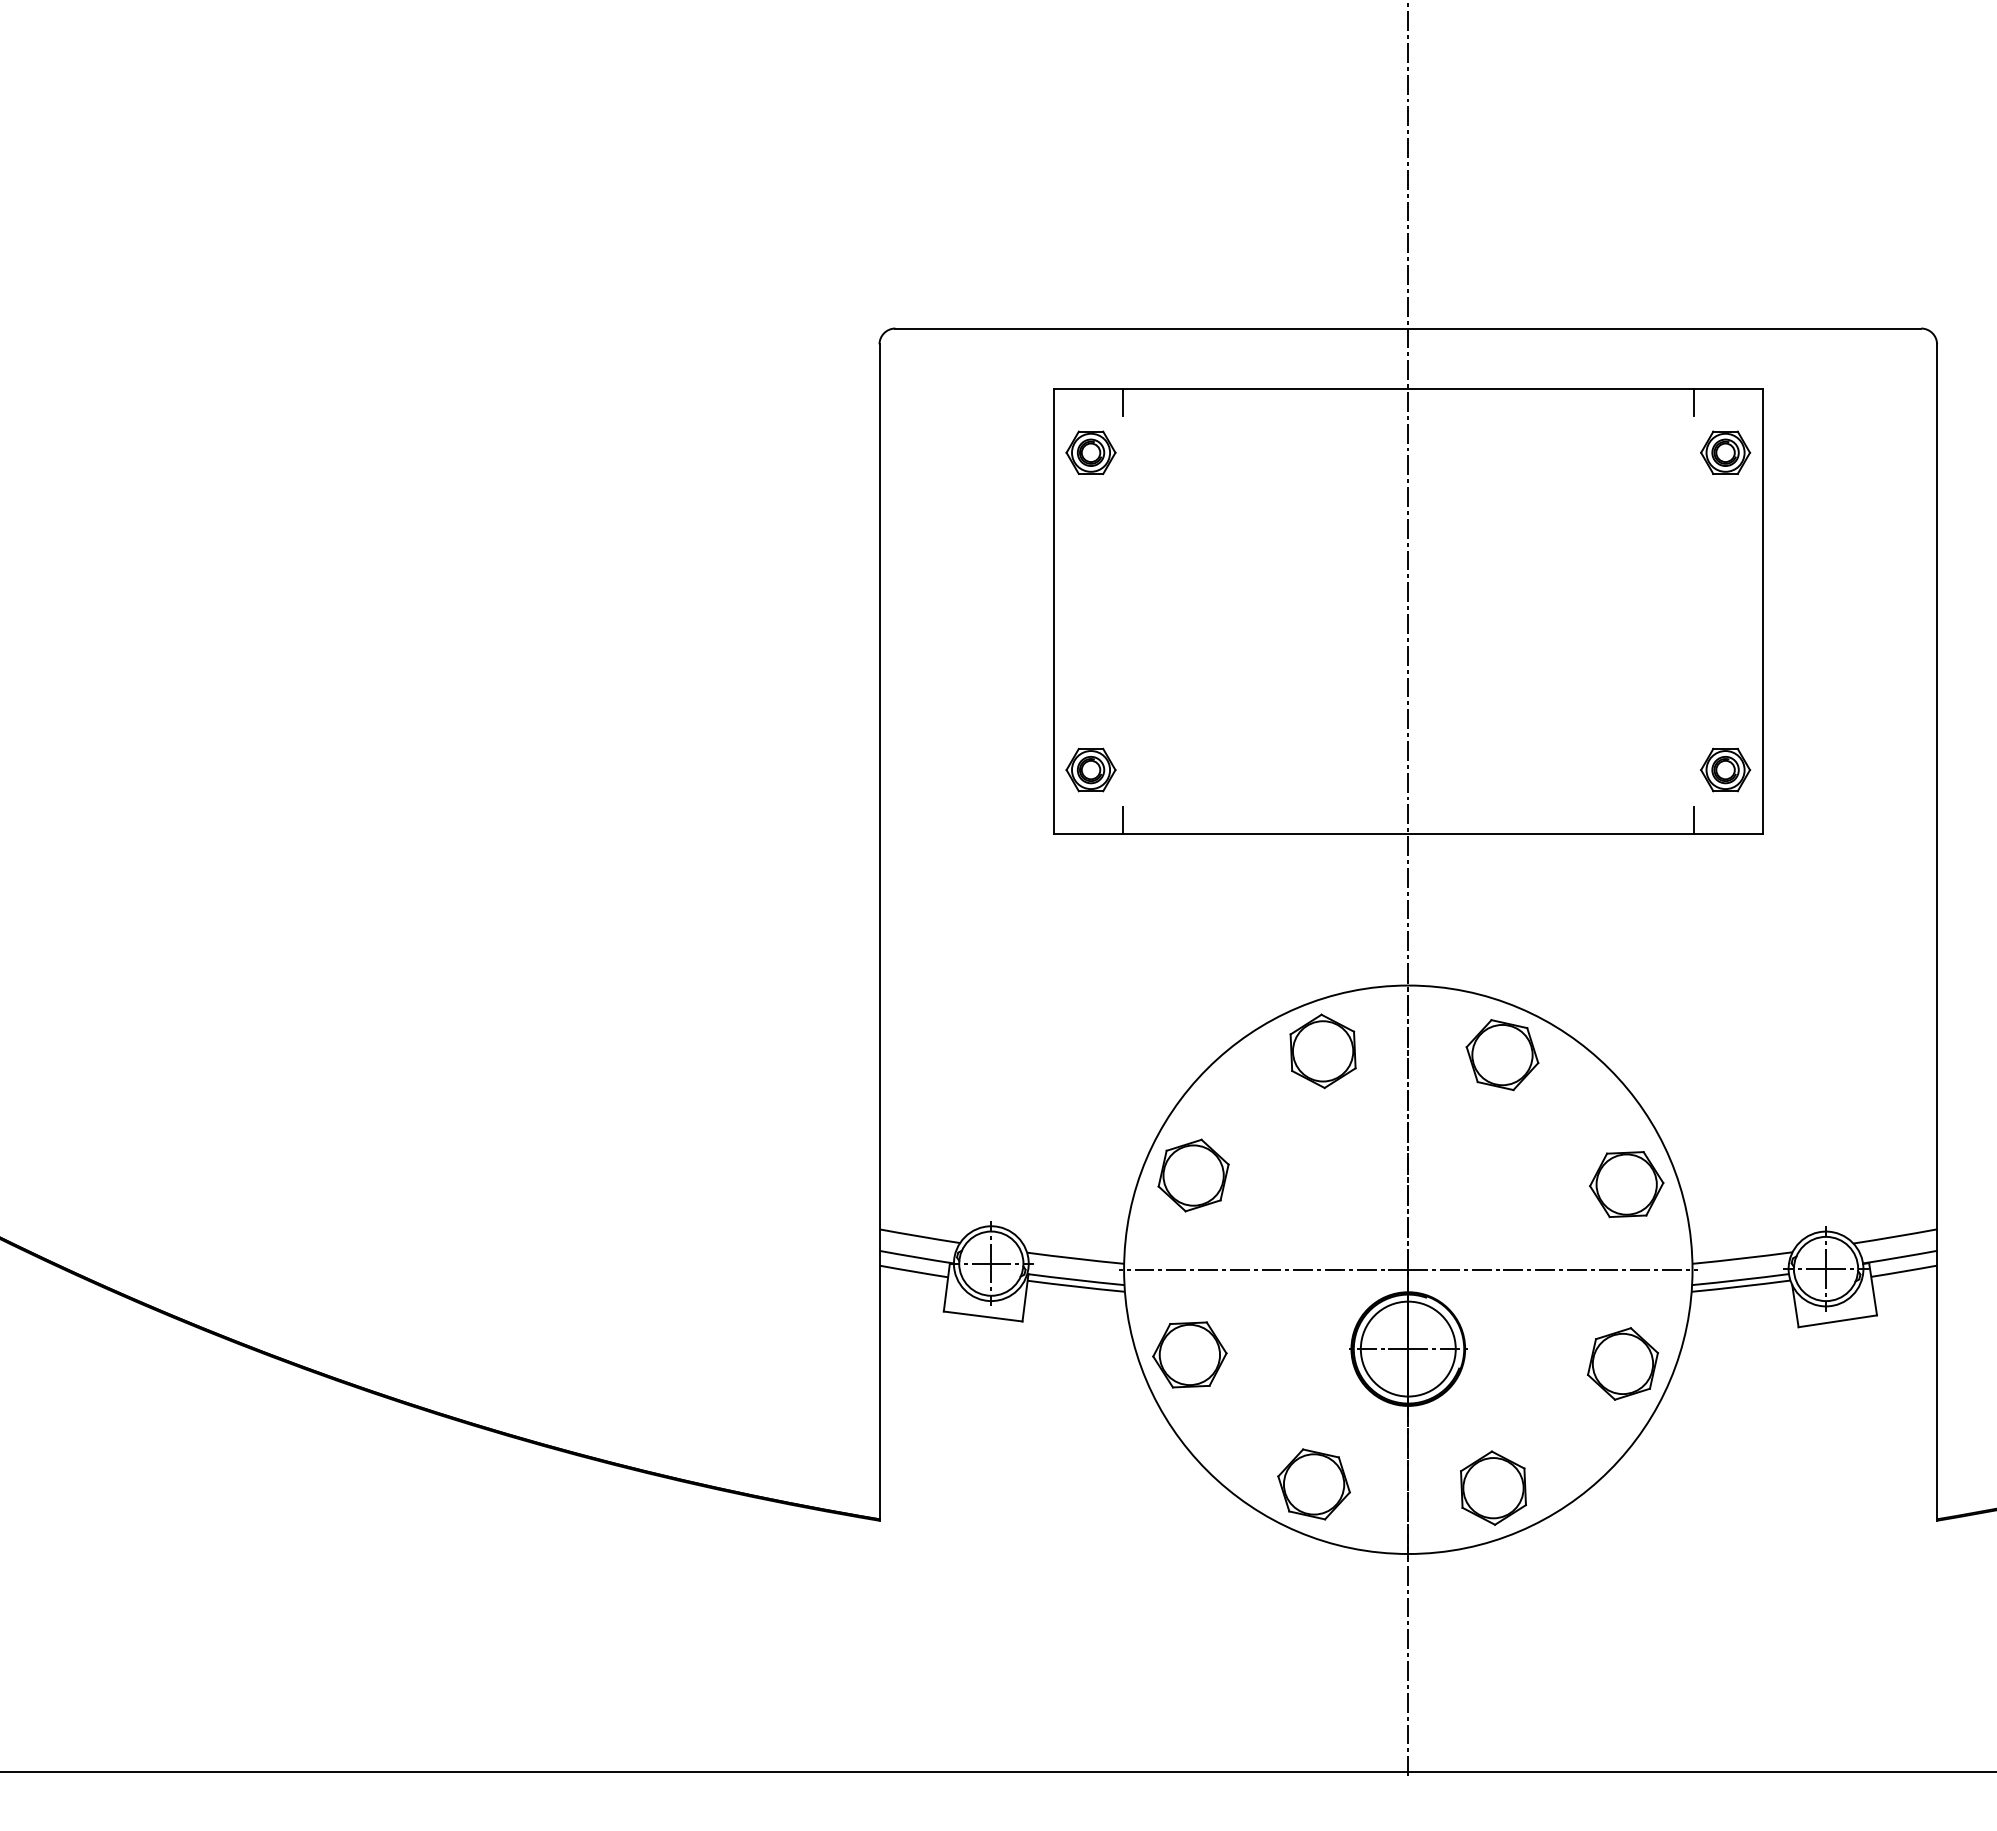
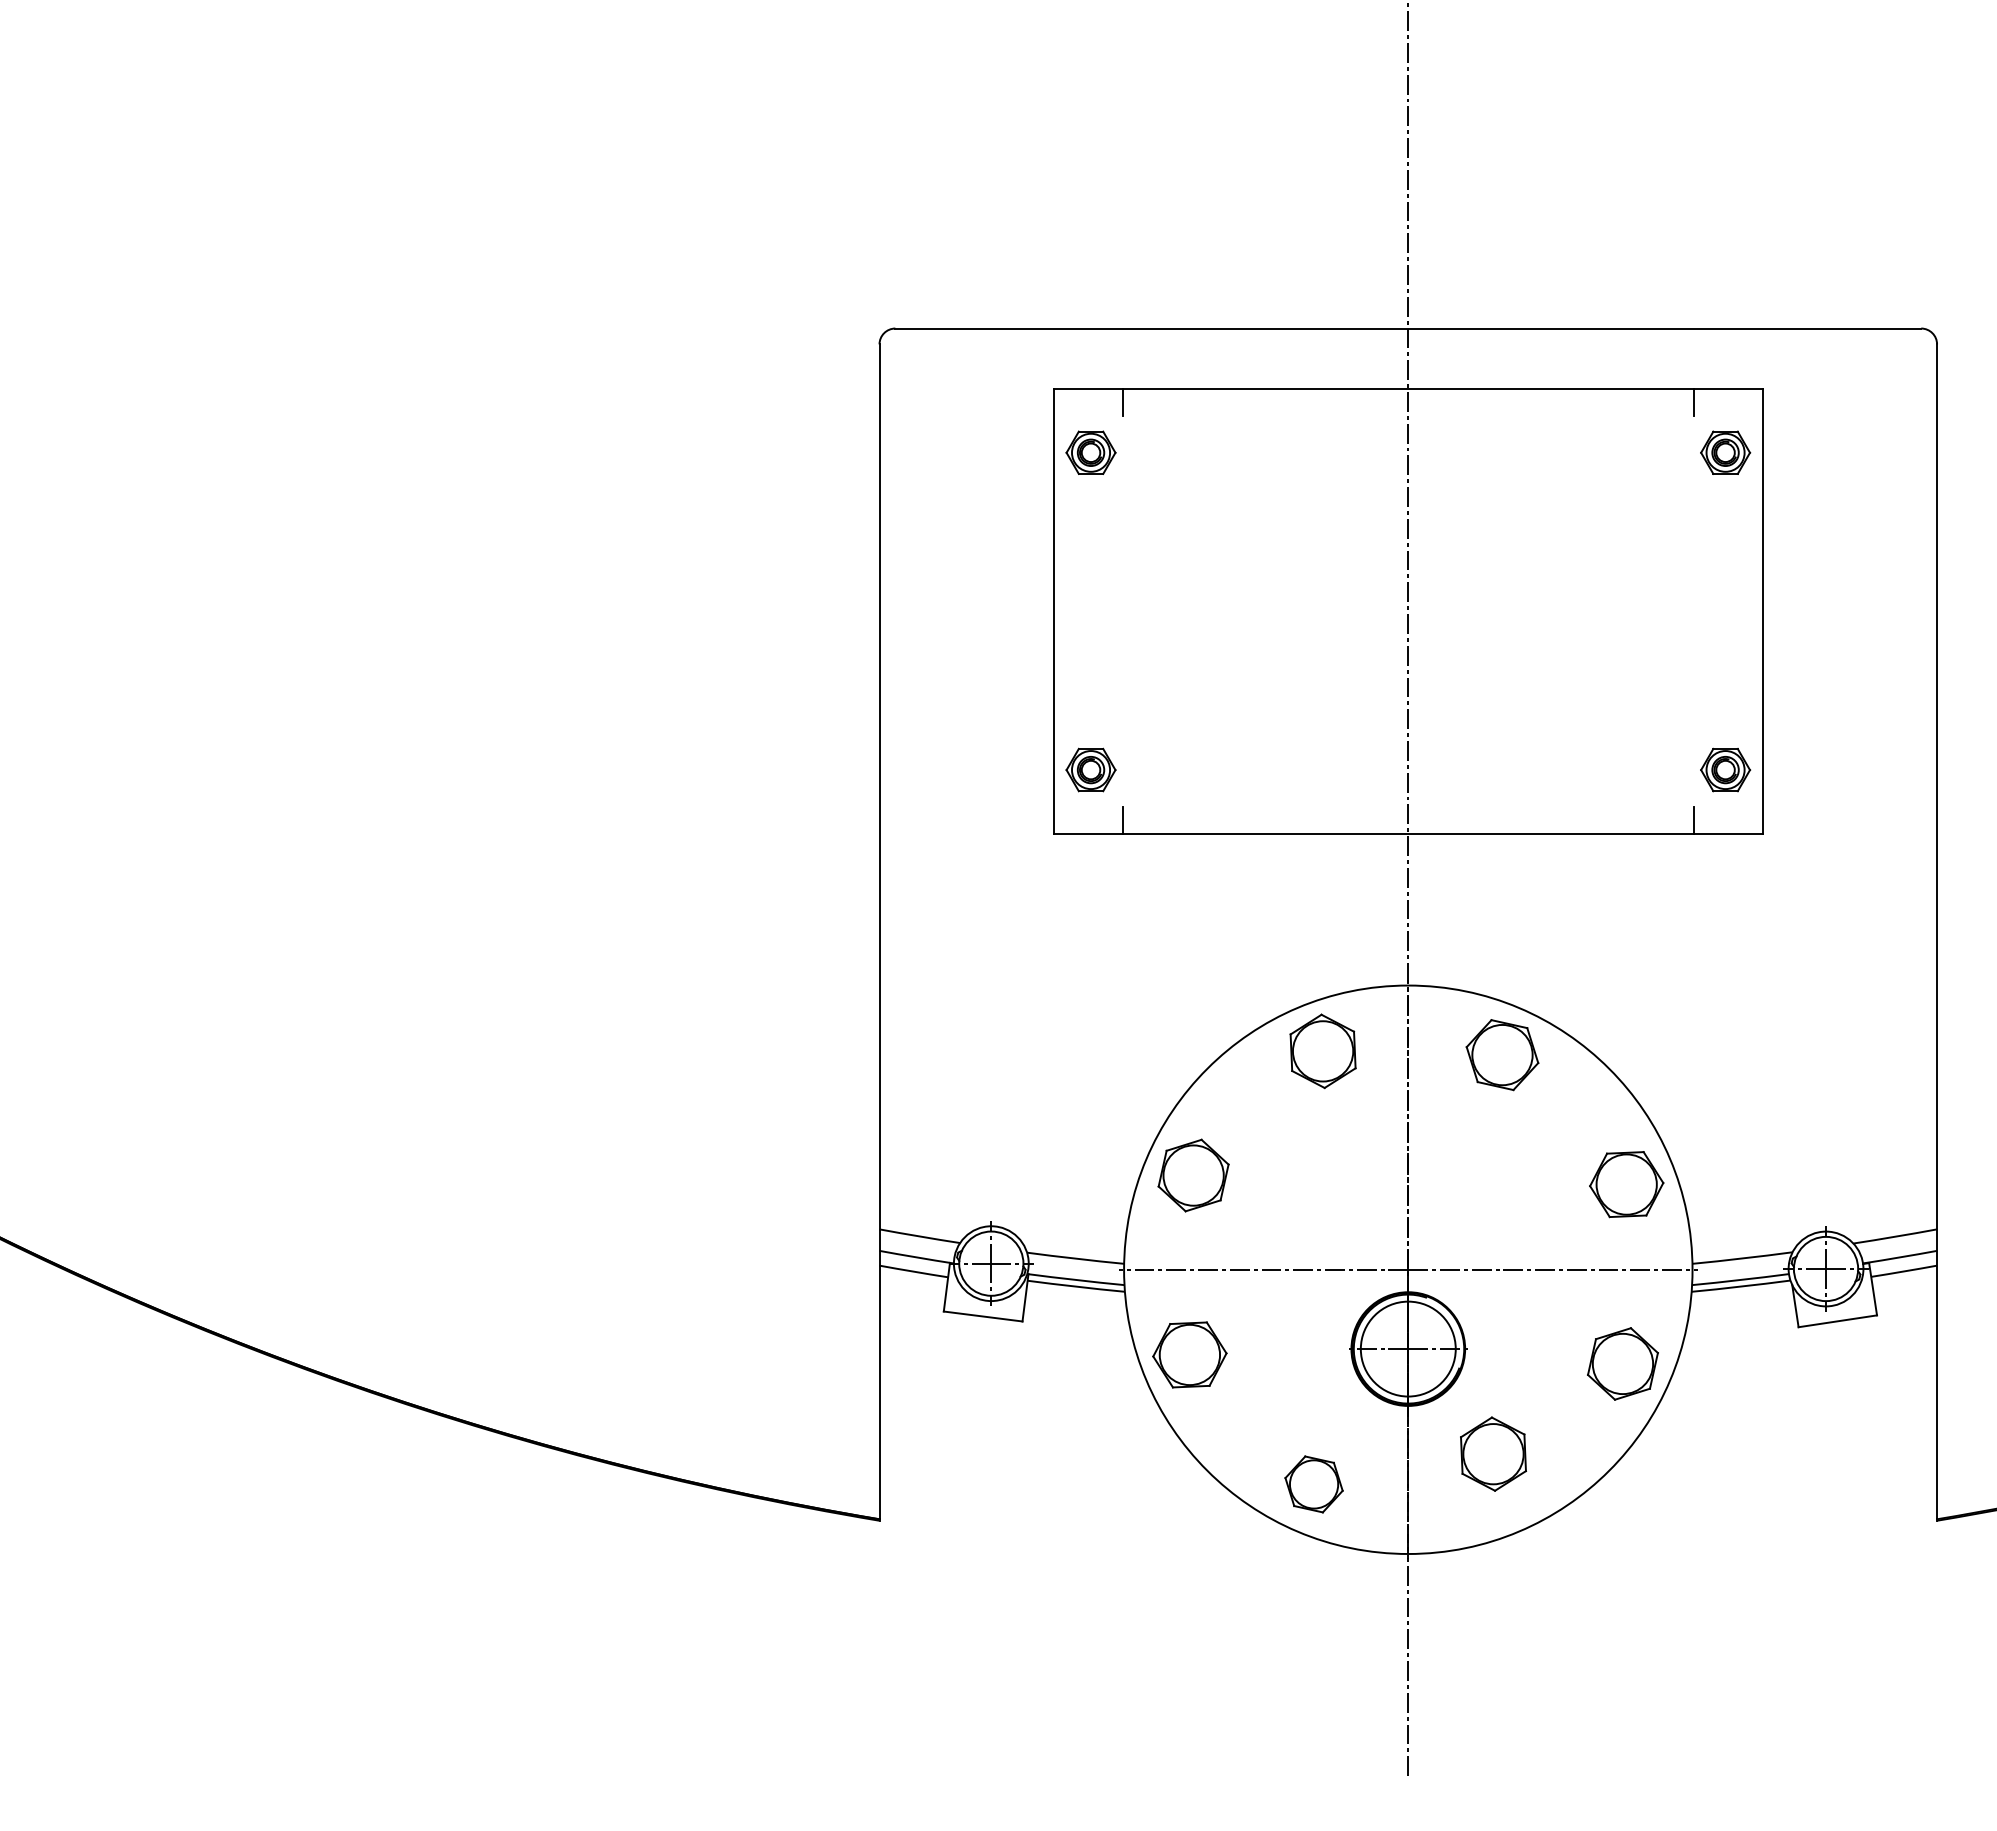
part at (1313, 1484) size: 74x73 px -> 60x59 px
part at (1493, 1487) position: (1493, 1487) -> (1493, 1453)
line at (997, 1772): present -> none
